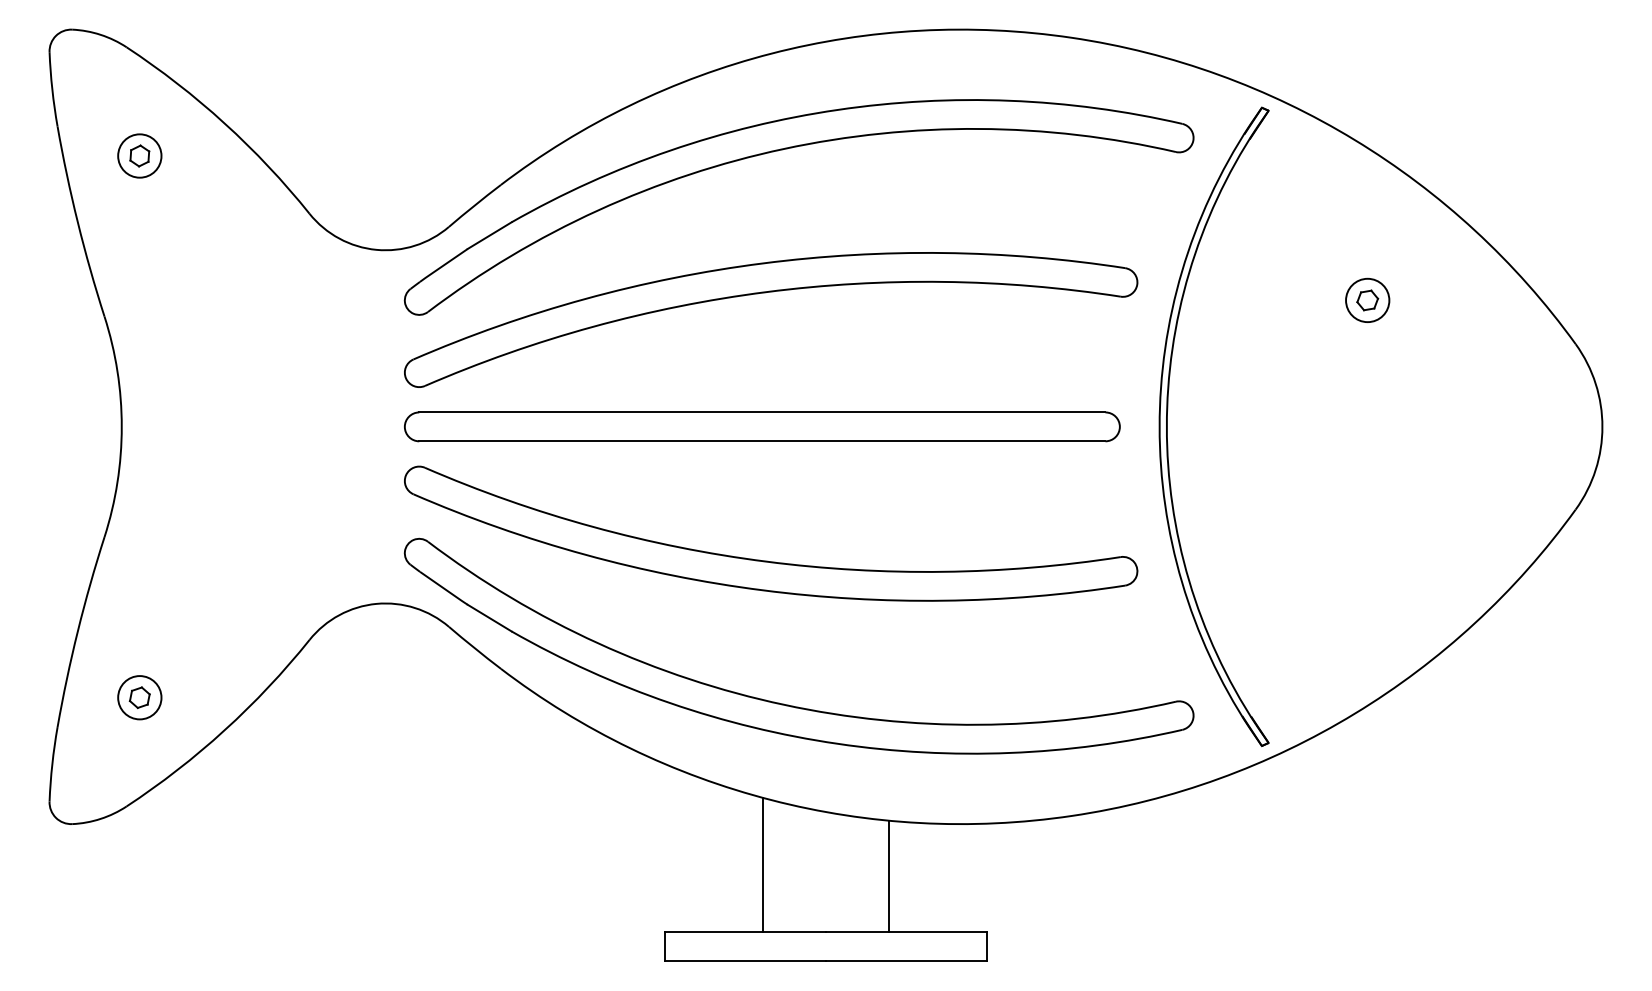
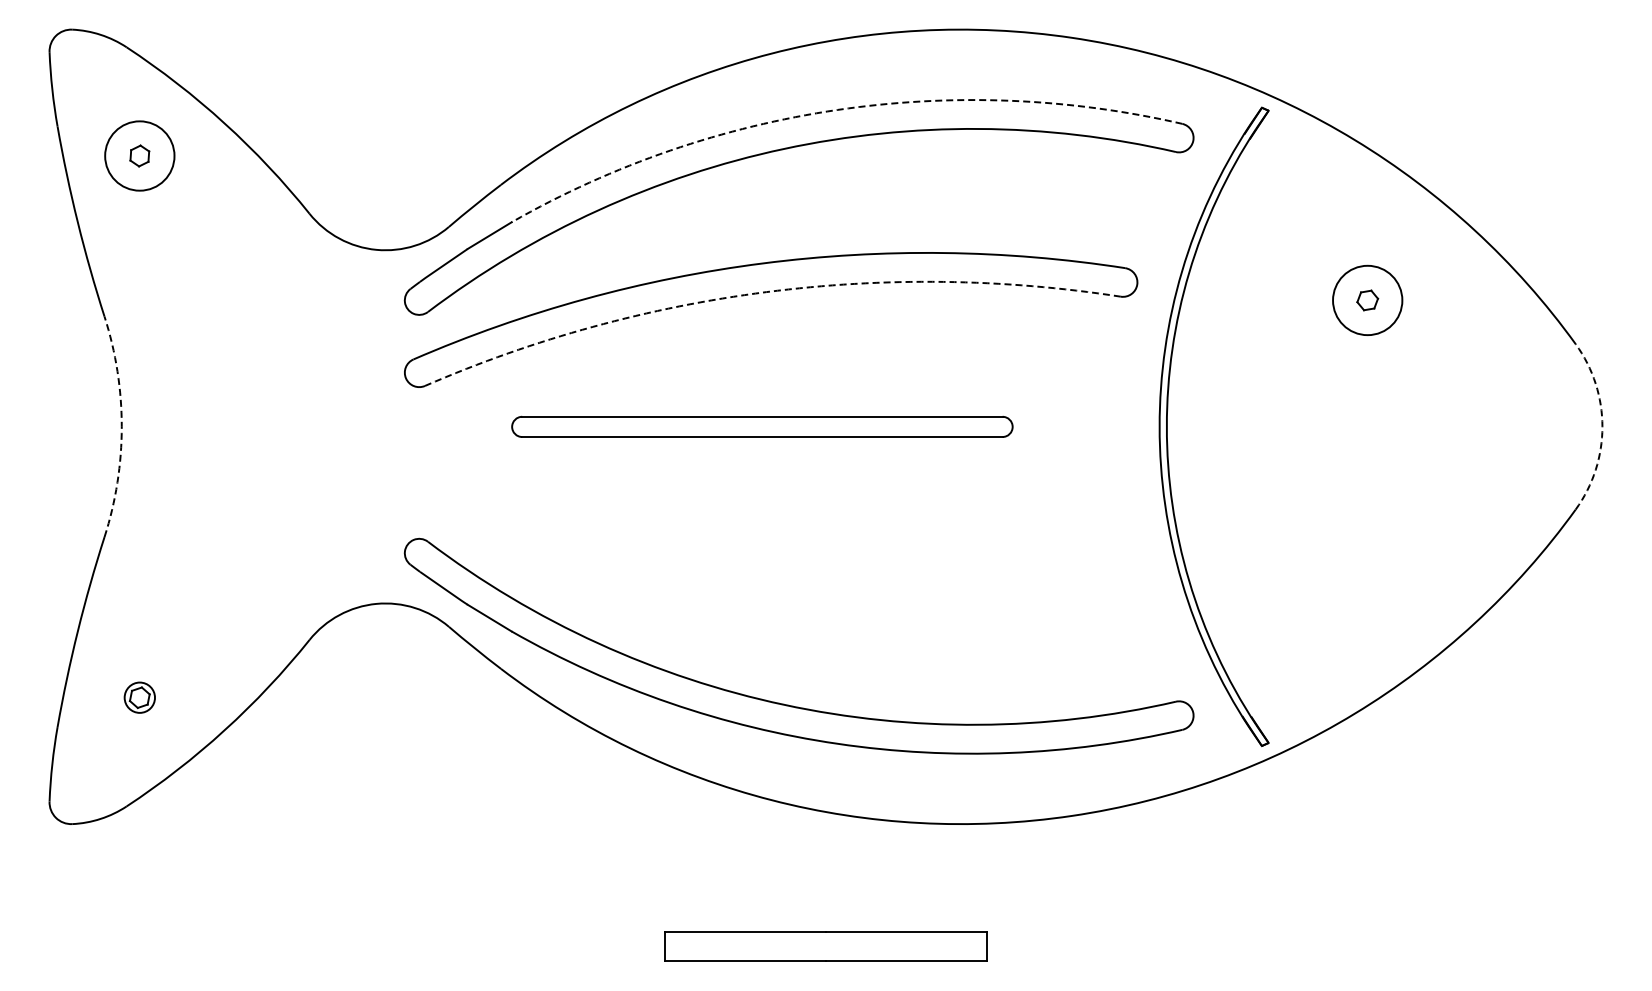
arc at (837, 109): solid -> dashed
circle at (139, 155) diameter: 43 px -> 69 px
arc at (766, 292): solid -> dashed
circle at (1367, 300) diameter: 43 px -> 69 px
arc at (121, 426): solid -> dashed
part at (762, 426) size: 717x32 px -> 503x23 px
arc at (1602, 426): solid -> dashed
part at (767, 560): present -> none
circle at (139, 697) diameter: 43 px -> 30 px
line at (762, 864): present -> none
line at (889, 876): present -> none
